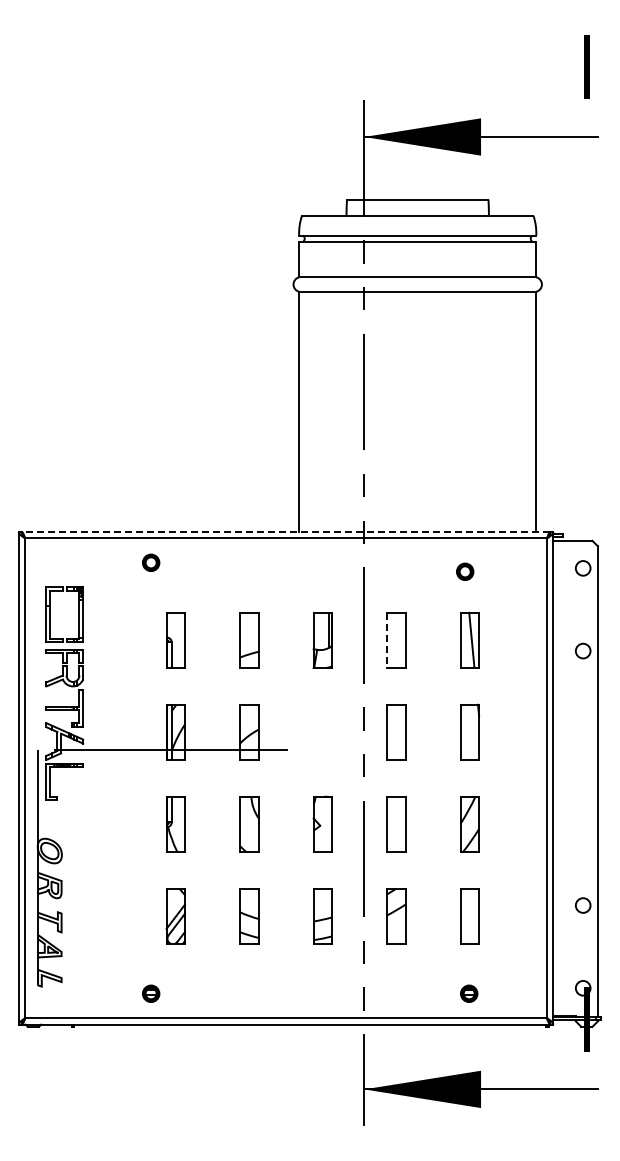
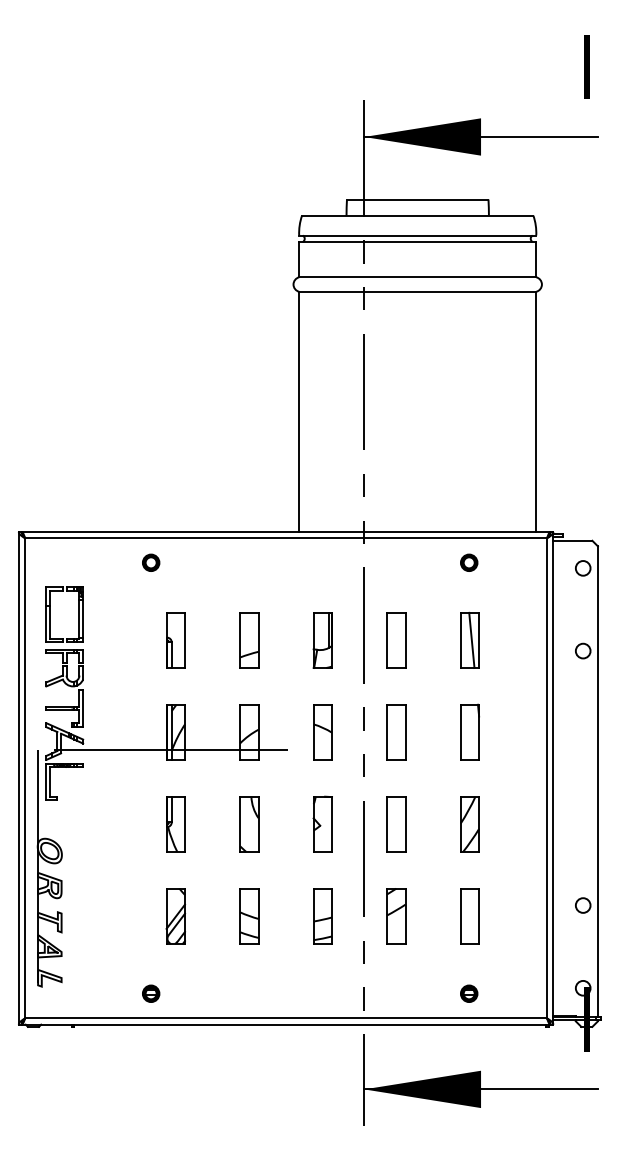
line at (285, 531): dashed -> solid
part at (465, 571) position: (465, 571) -> (469, 562)
line at (387, 640): dashed -> solid
part at (322, 732): none -> present
